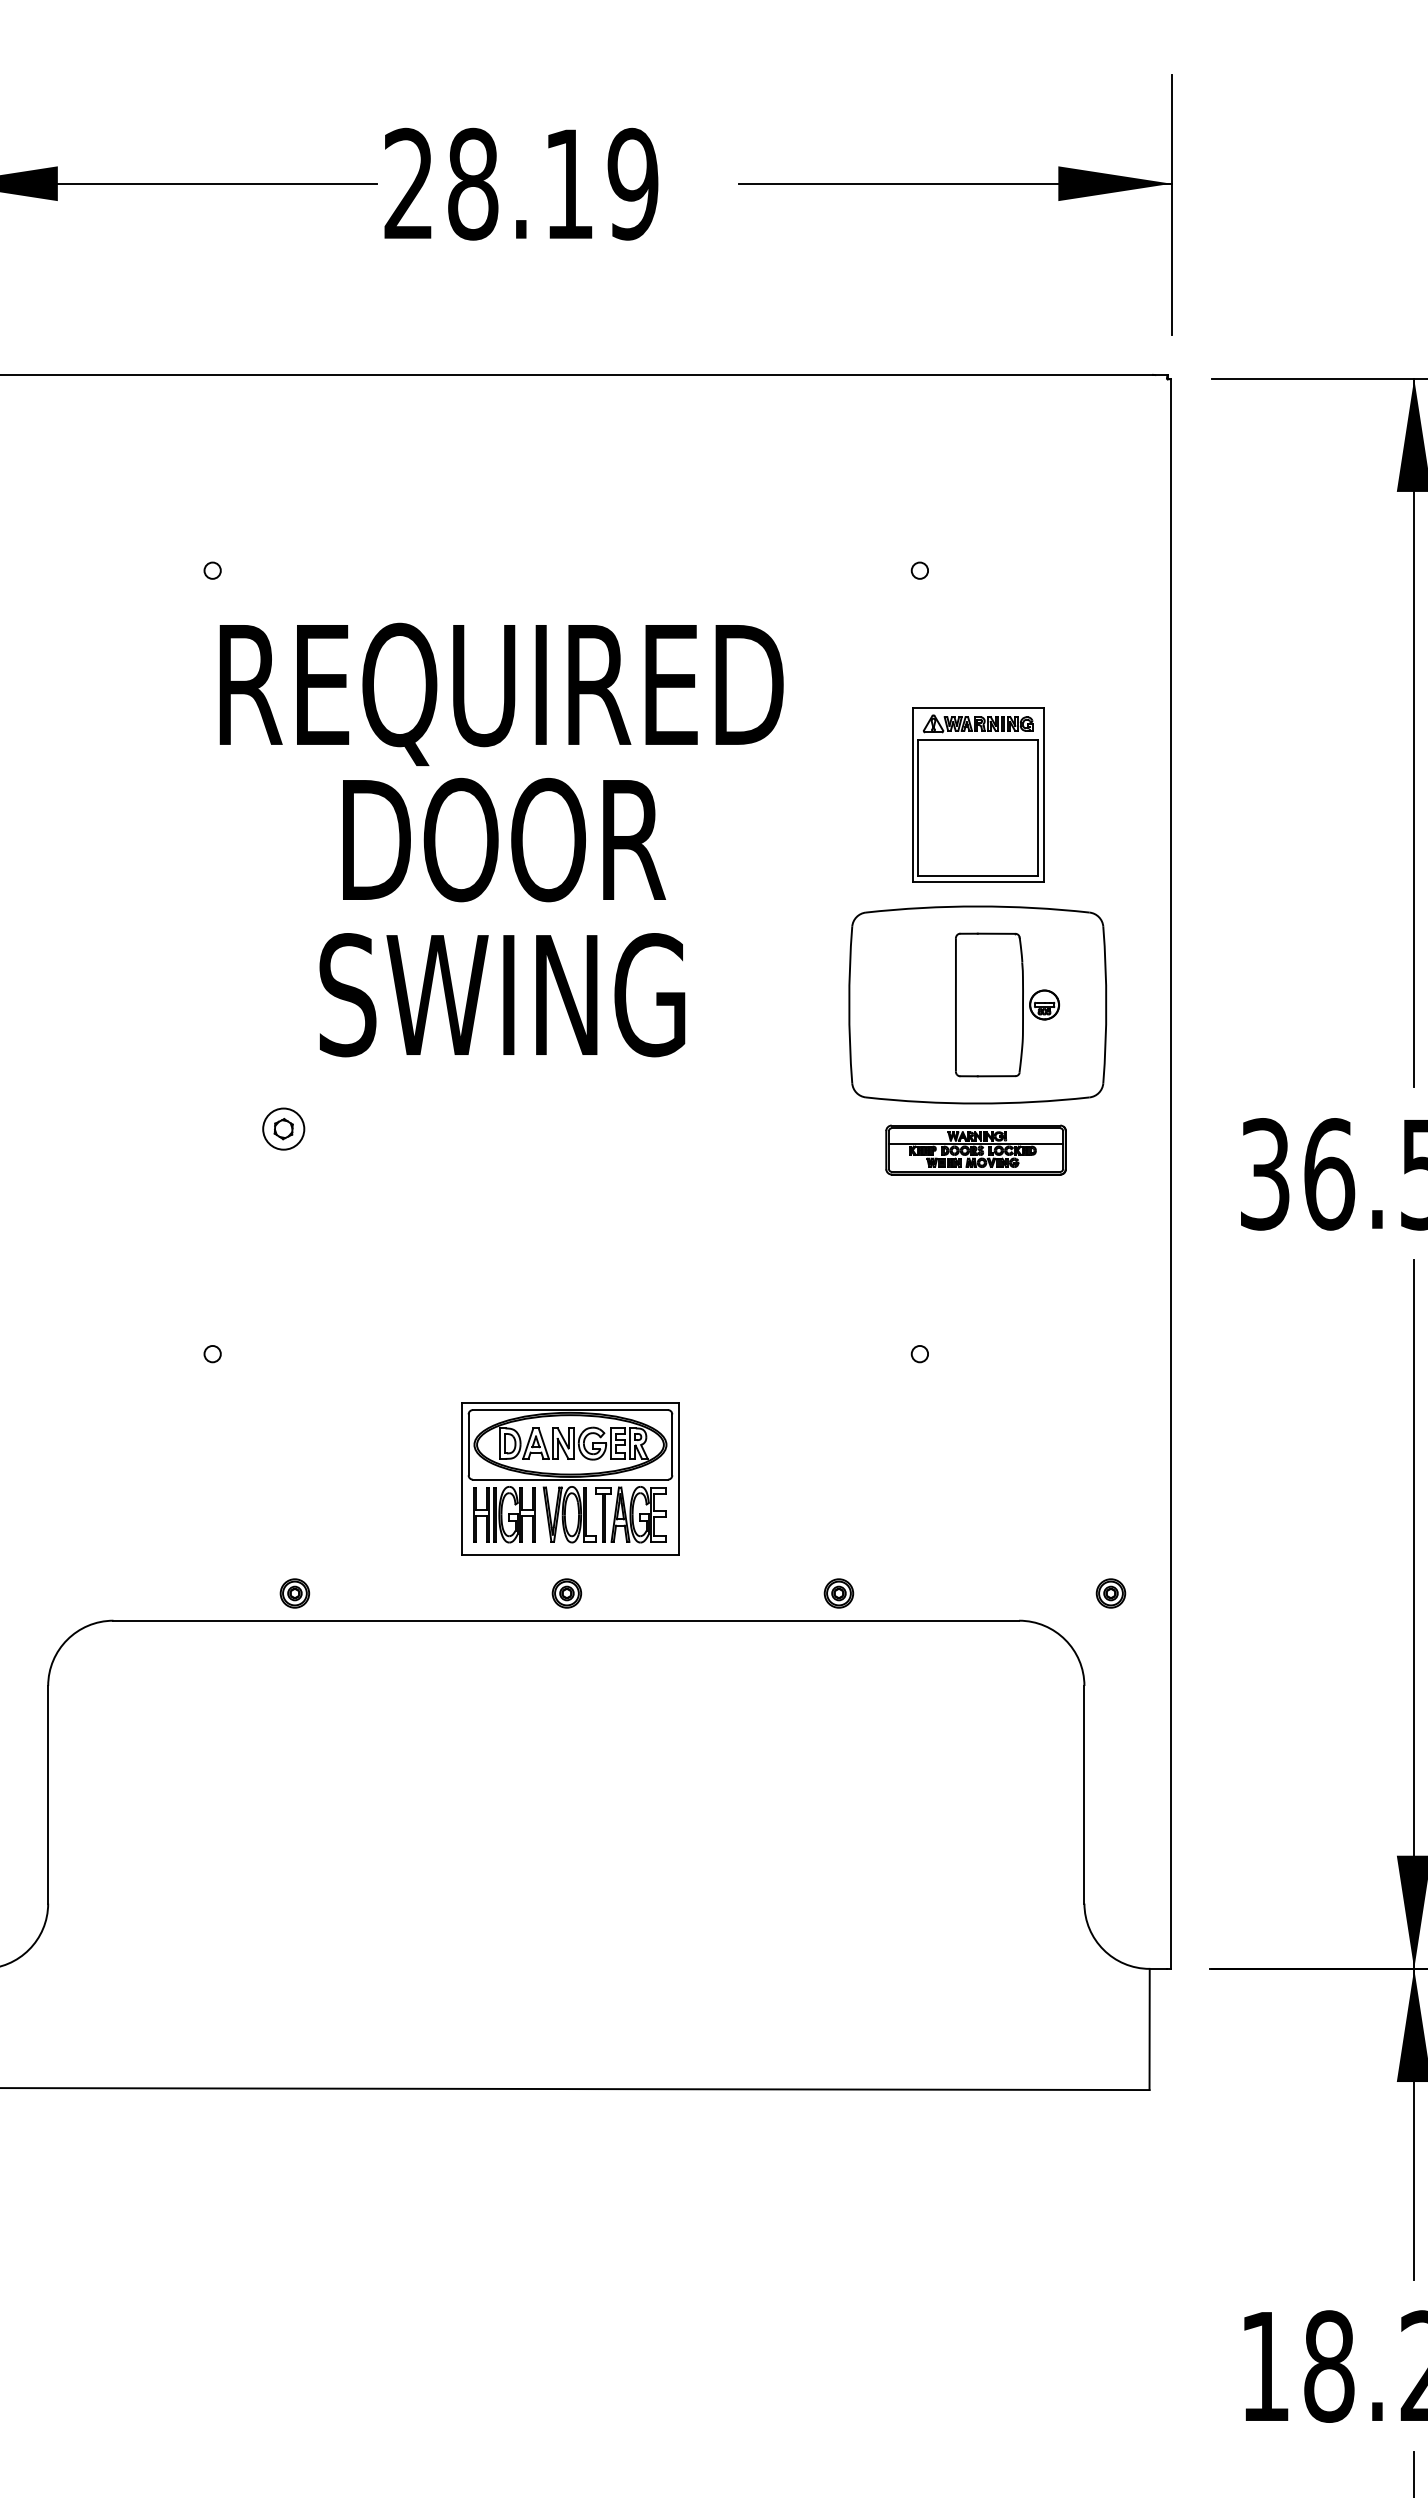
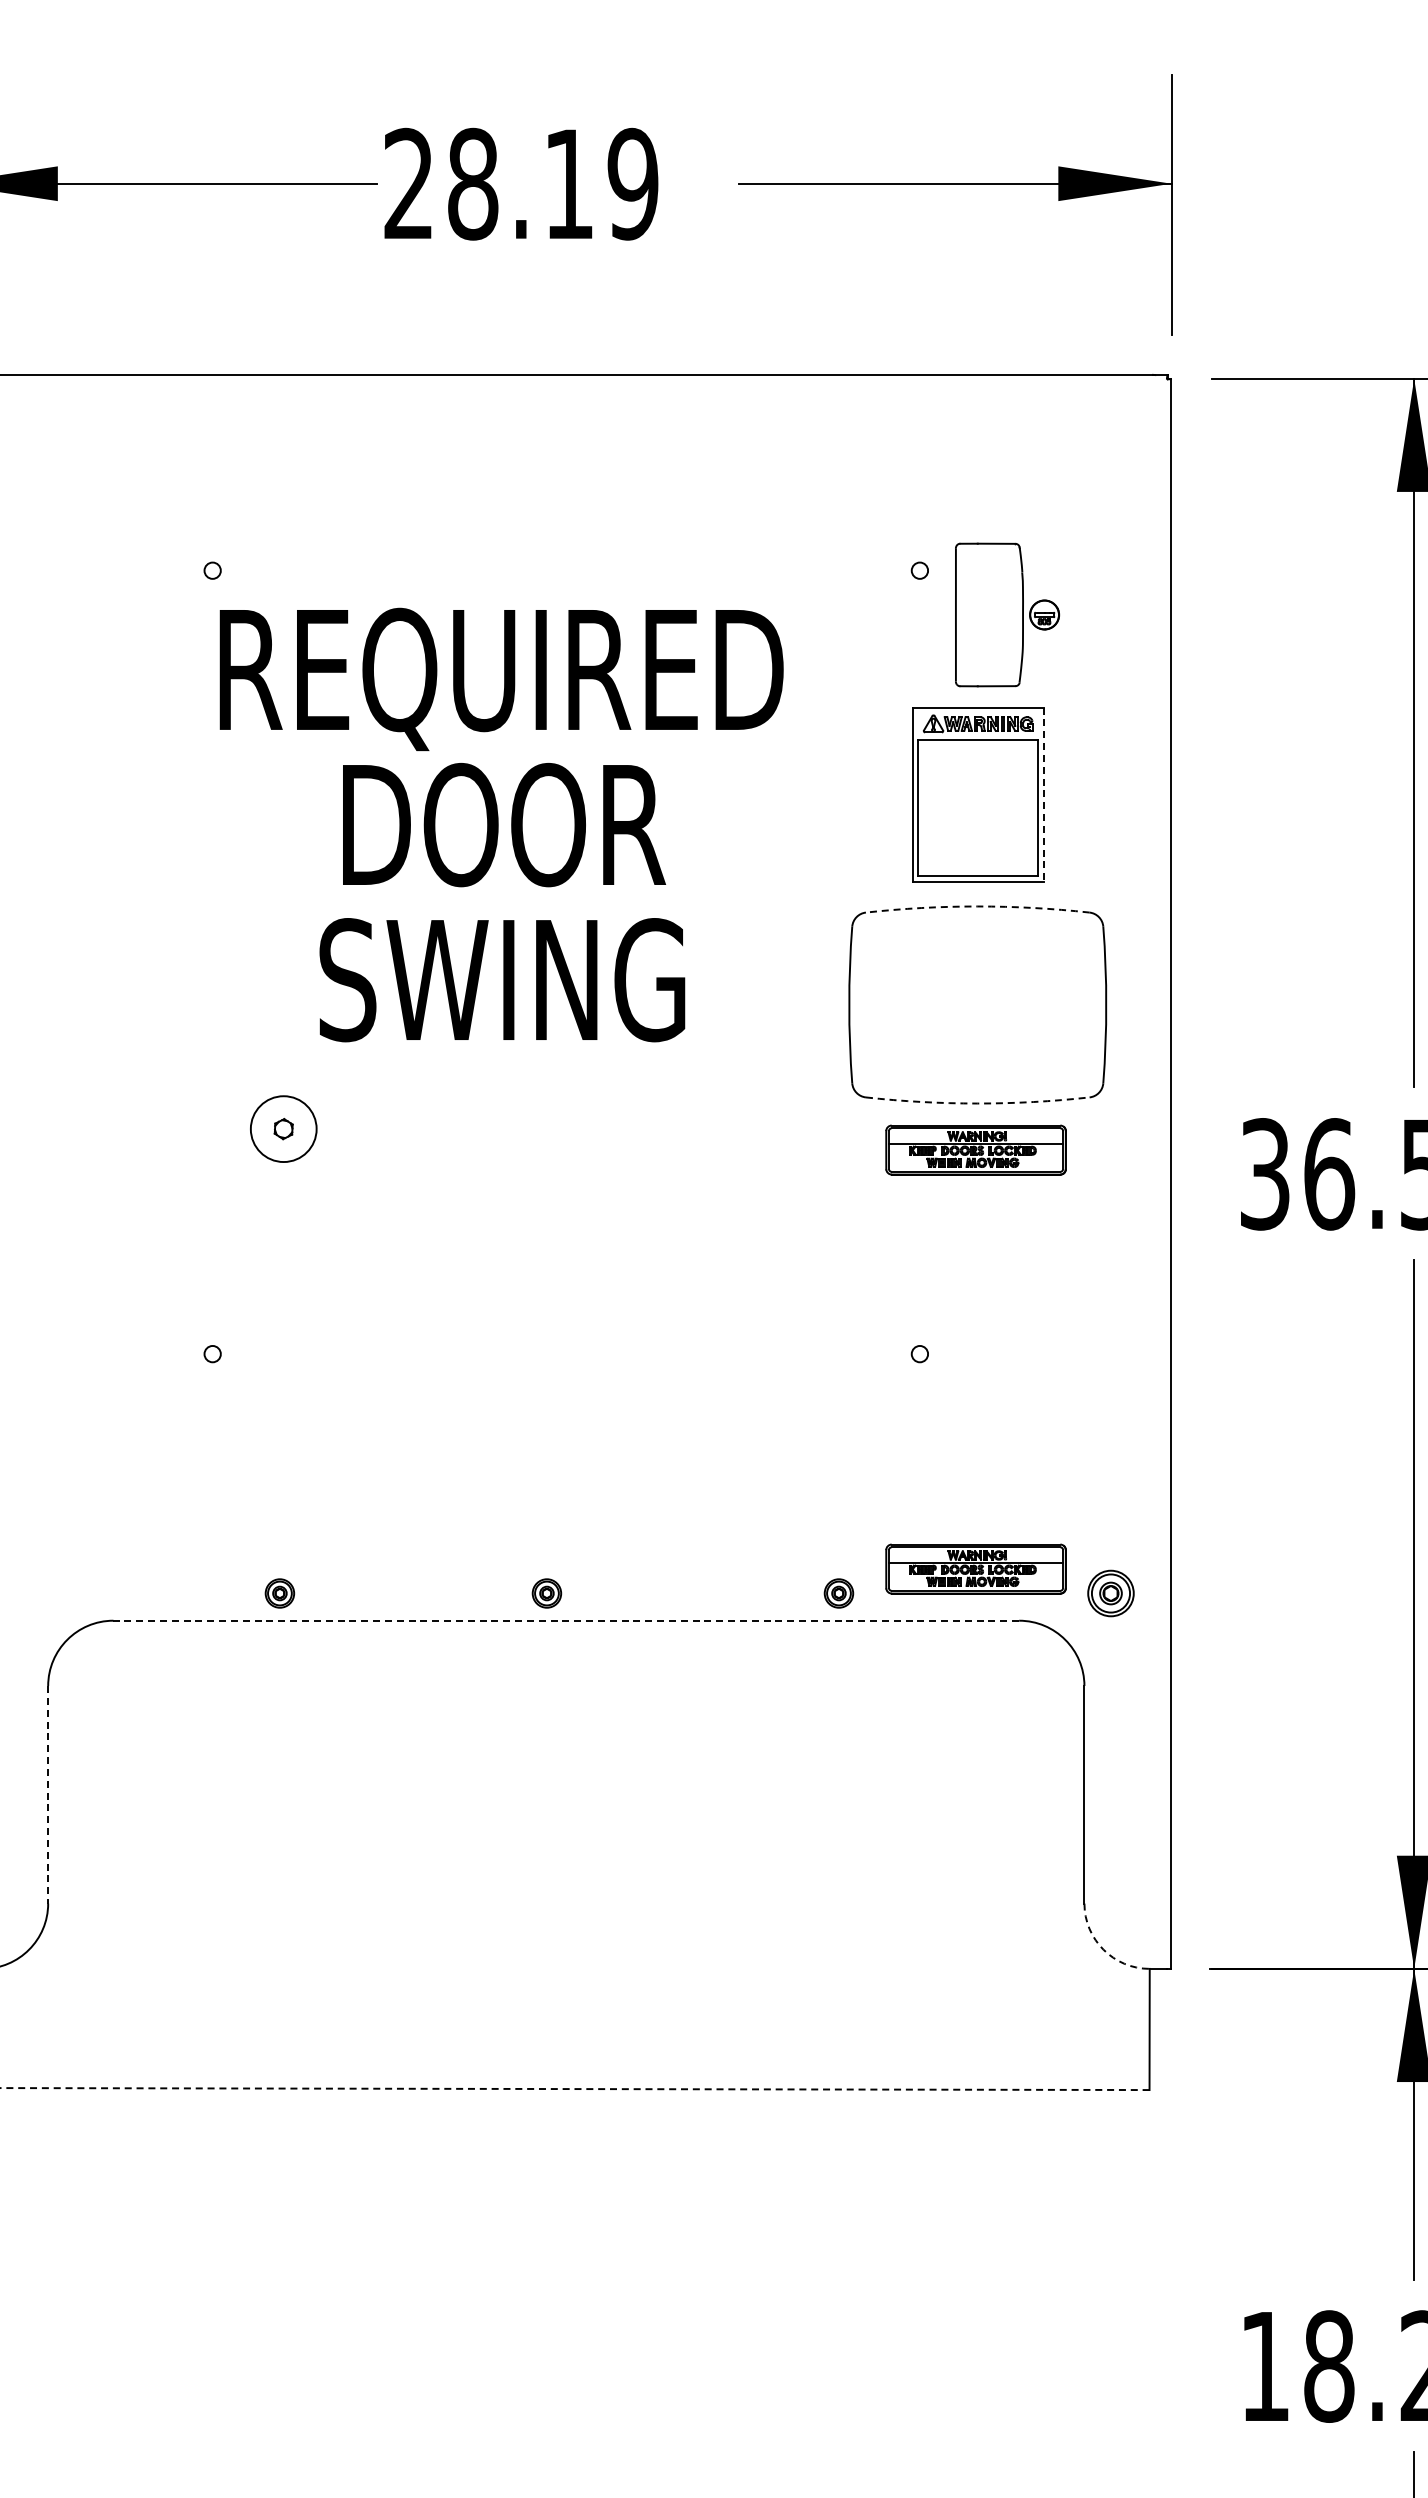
line at (1043, 795): solid -> dashed
text at (501, 839) position: (501, 839) -> (501, 824)
arc at (977, 906): solid -> dashed
part at (1007, 1004) position: (1007, 1004) -> (1007, 614)
arc at (977, 1103): solid -> dashed
circle at (283, 1128) diameter: 41 px -> 66 px
part at (570, 1478): present -> none
part at (975, 1568): none -> present
part at (294, 1593) position: (294, 1593) -> (279, 1593)
part at (566, 1593) position: (566, 1593) -> (546, 1593)
part at (1110, 1593) size: 32x31 px -> 48x49 px
line at (566, 1620): solid -> dashed
line at (48, 1794): solid -> dashed
arc at (1103, 1949): solid -> dashed
line at (575, 2089): solid -> dashed
